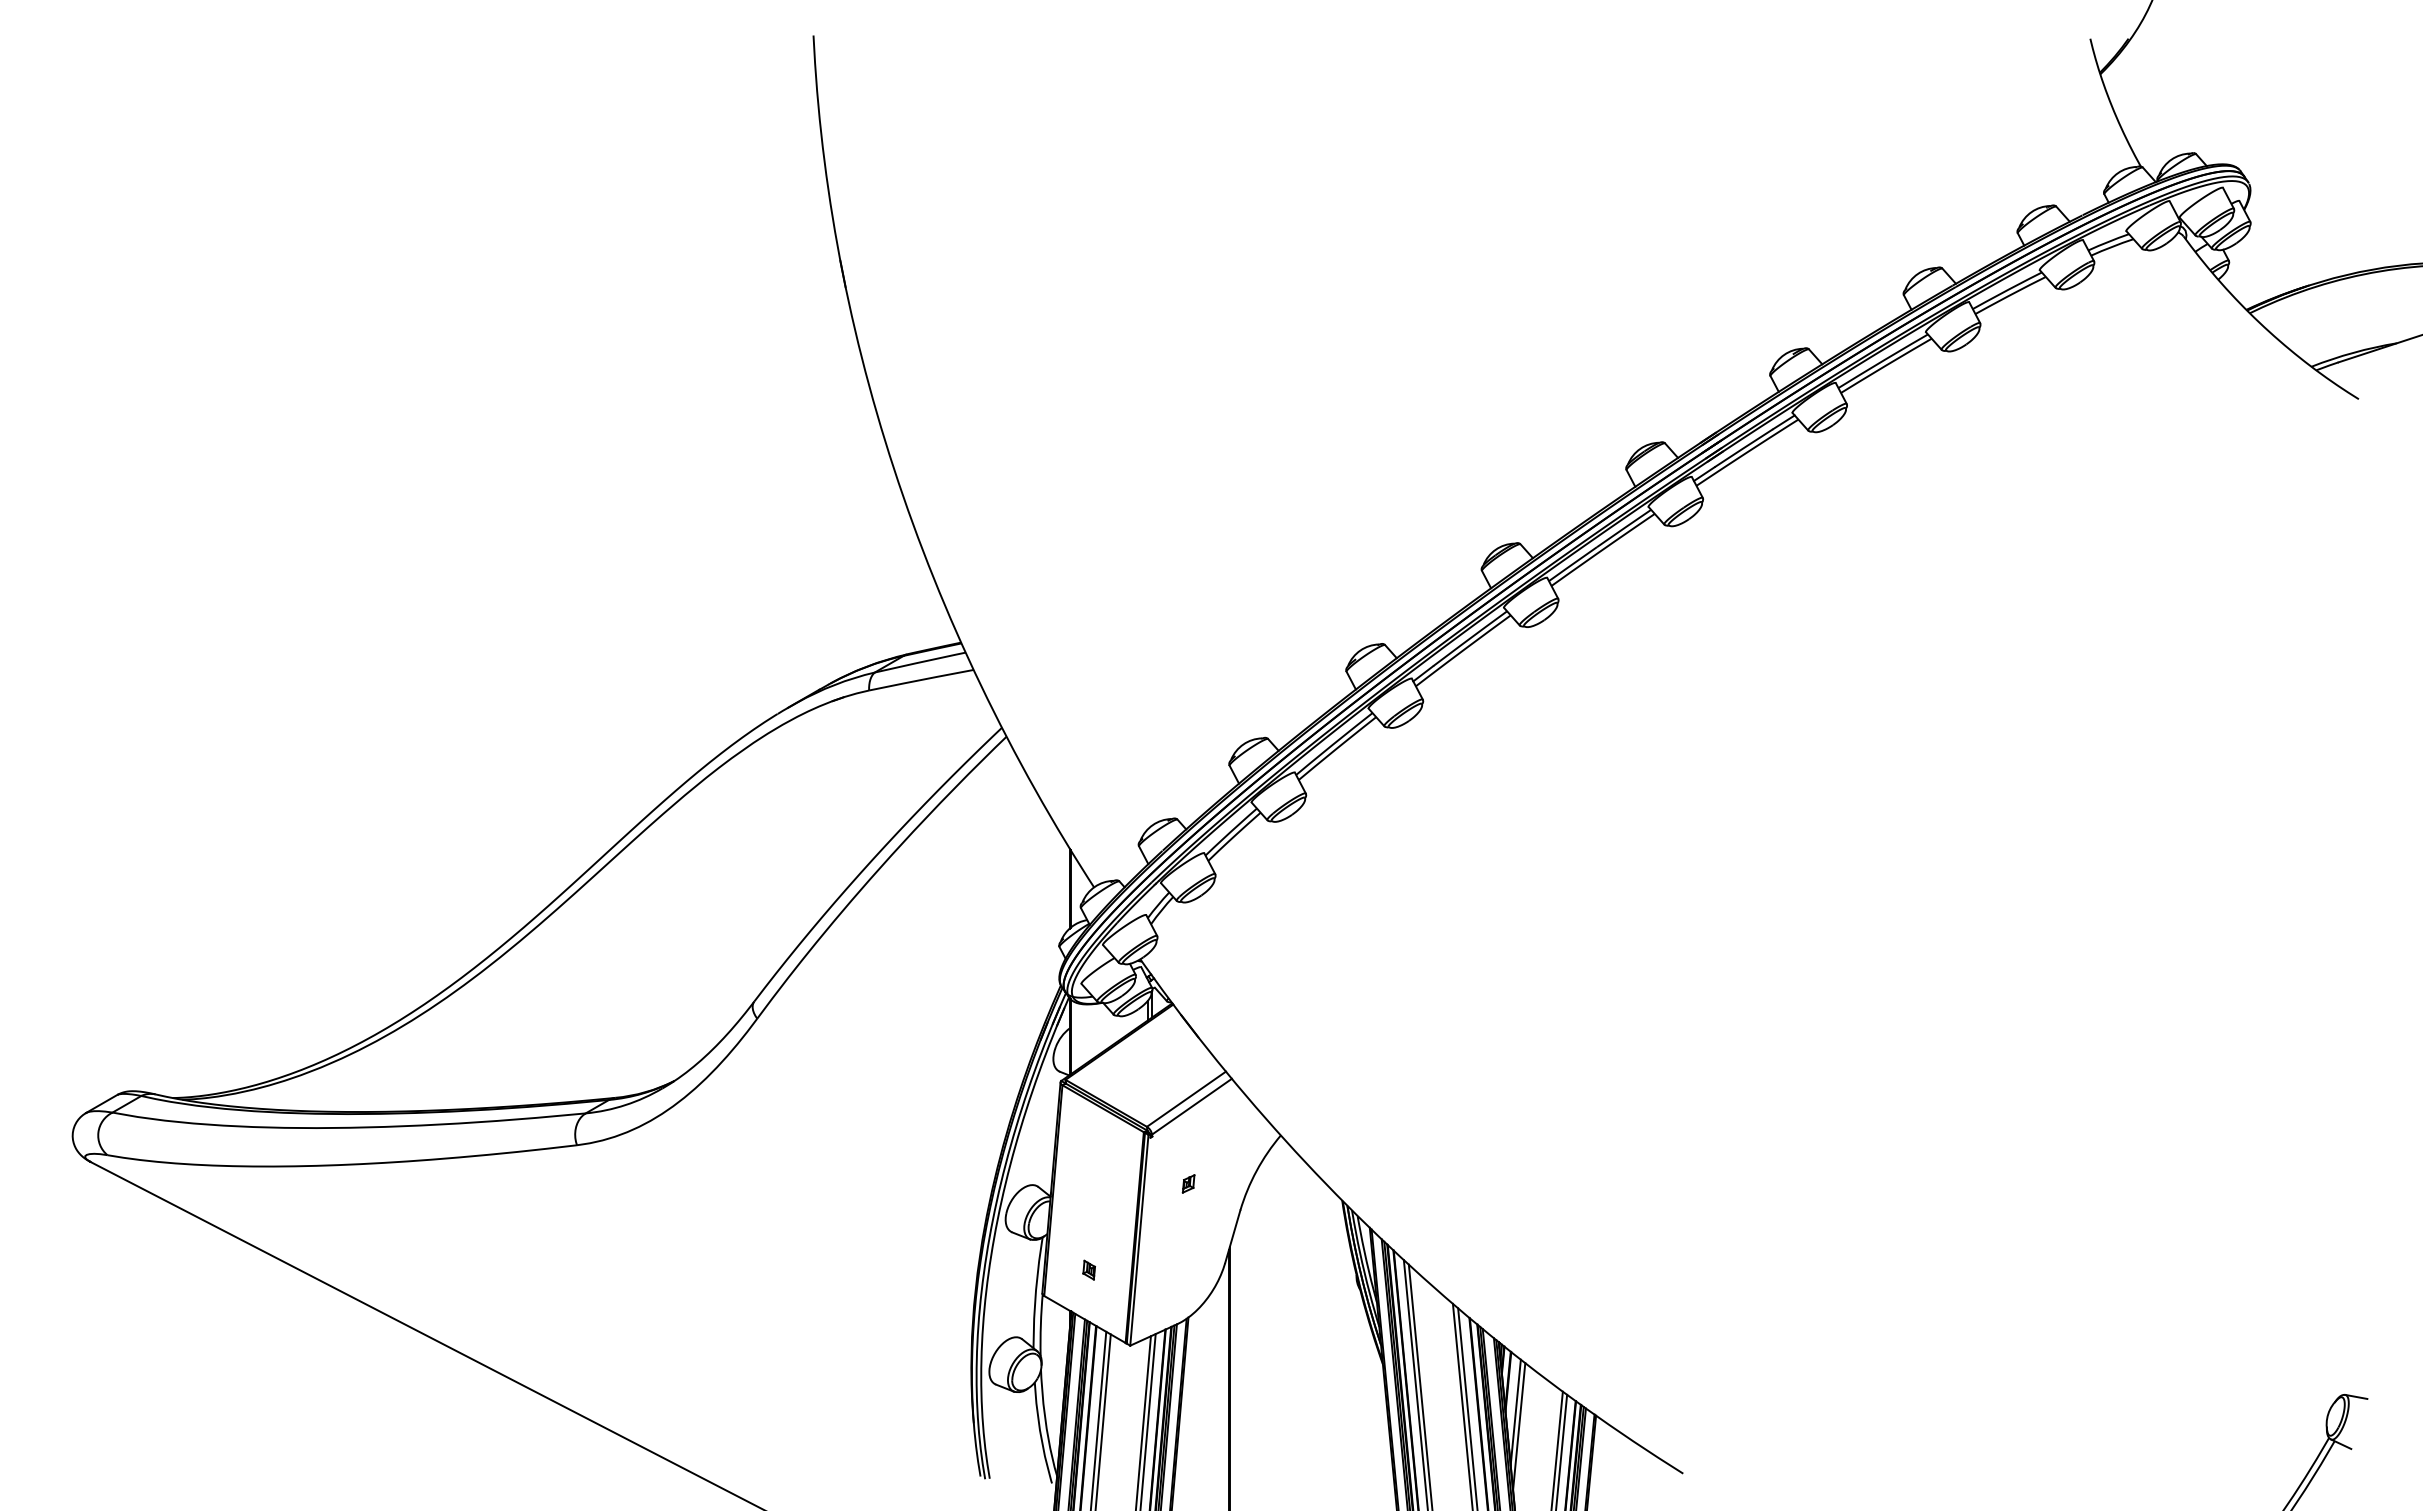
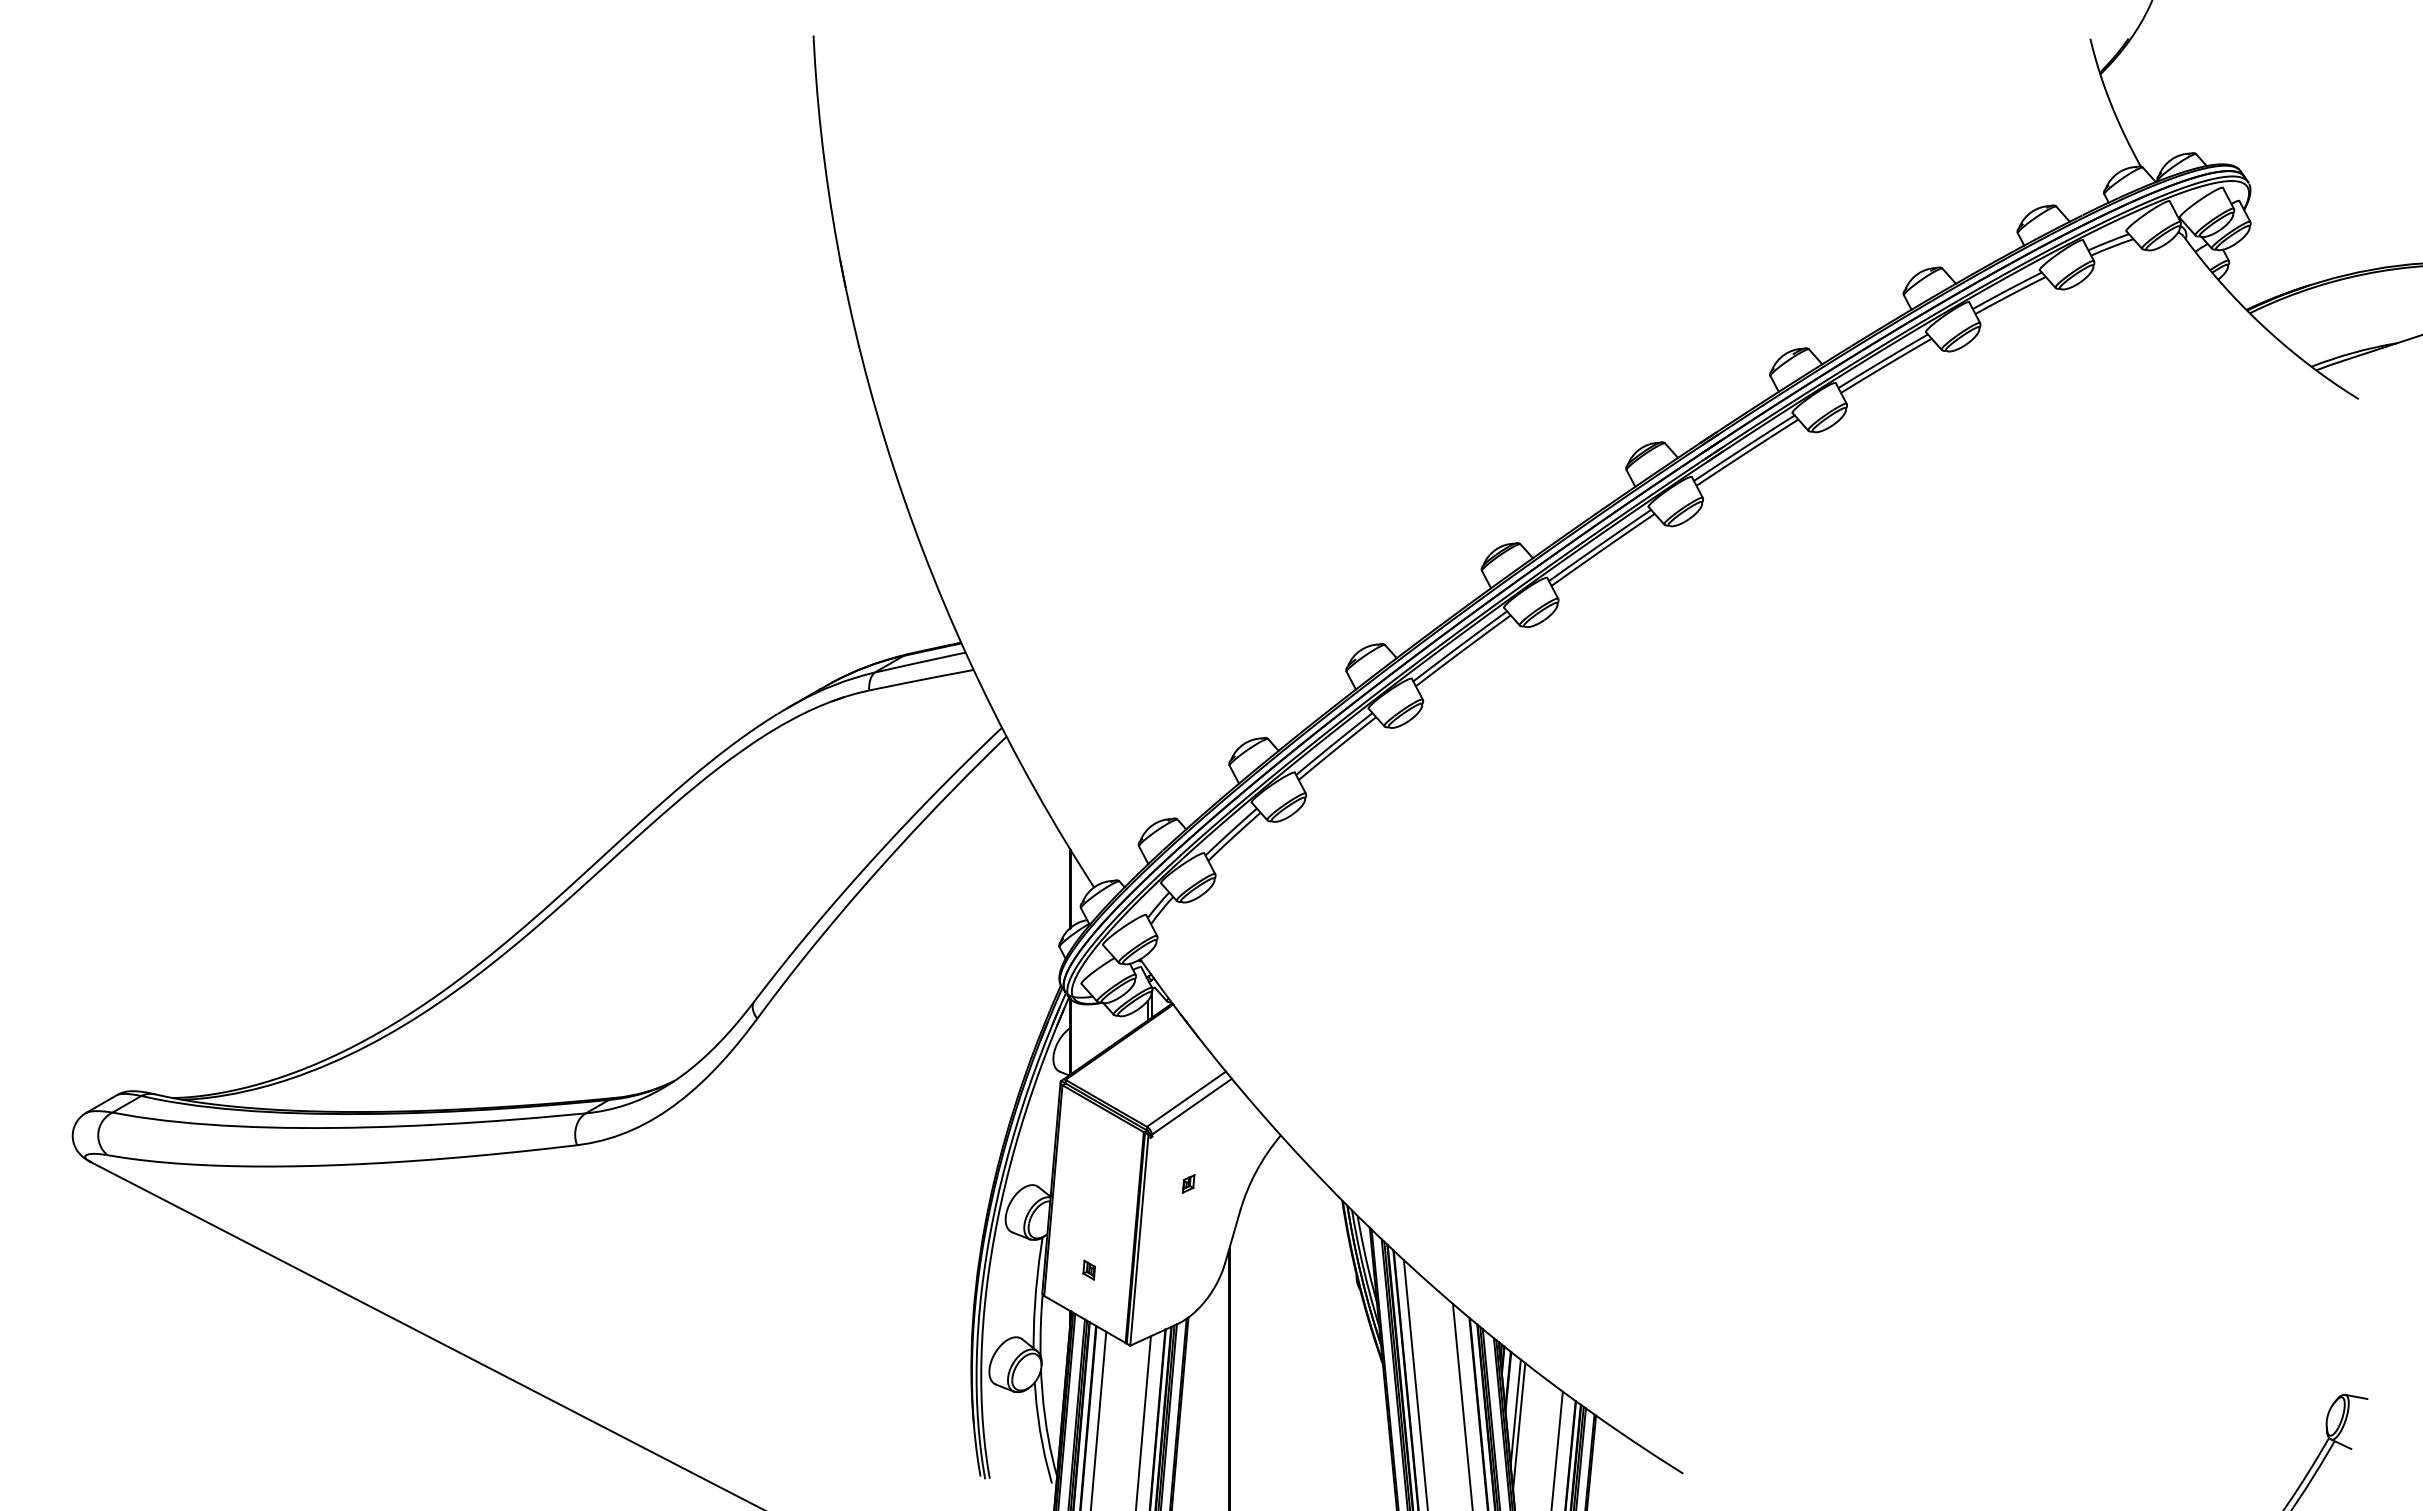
line at (1420, 1385): present -> none
line at (1467, 1407): present -> none
line at (1102, 1420): present -> none
line at (1147, 1420): present -> none
line at (1561, 1450): present -> none
